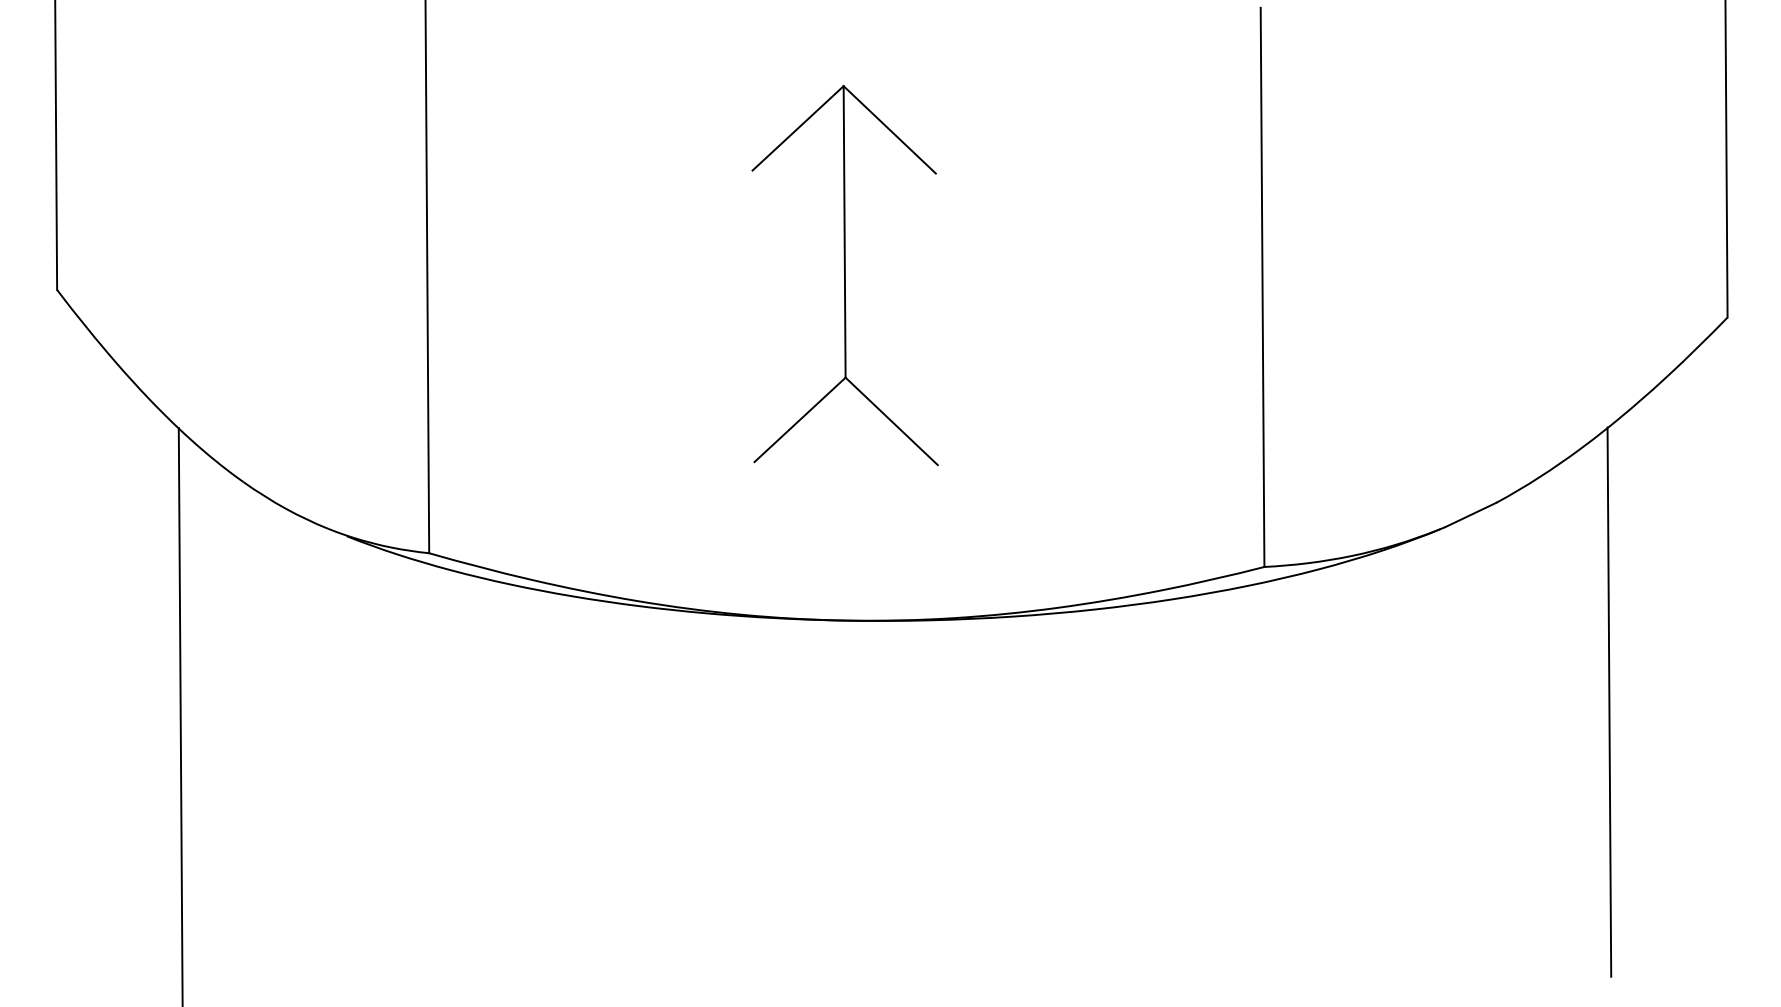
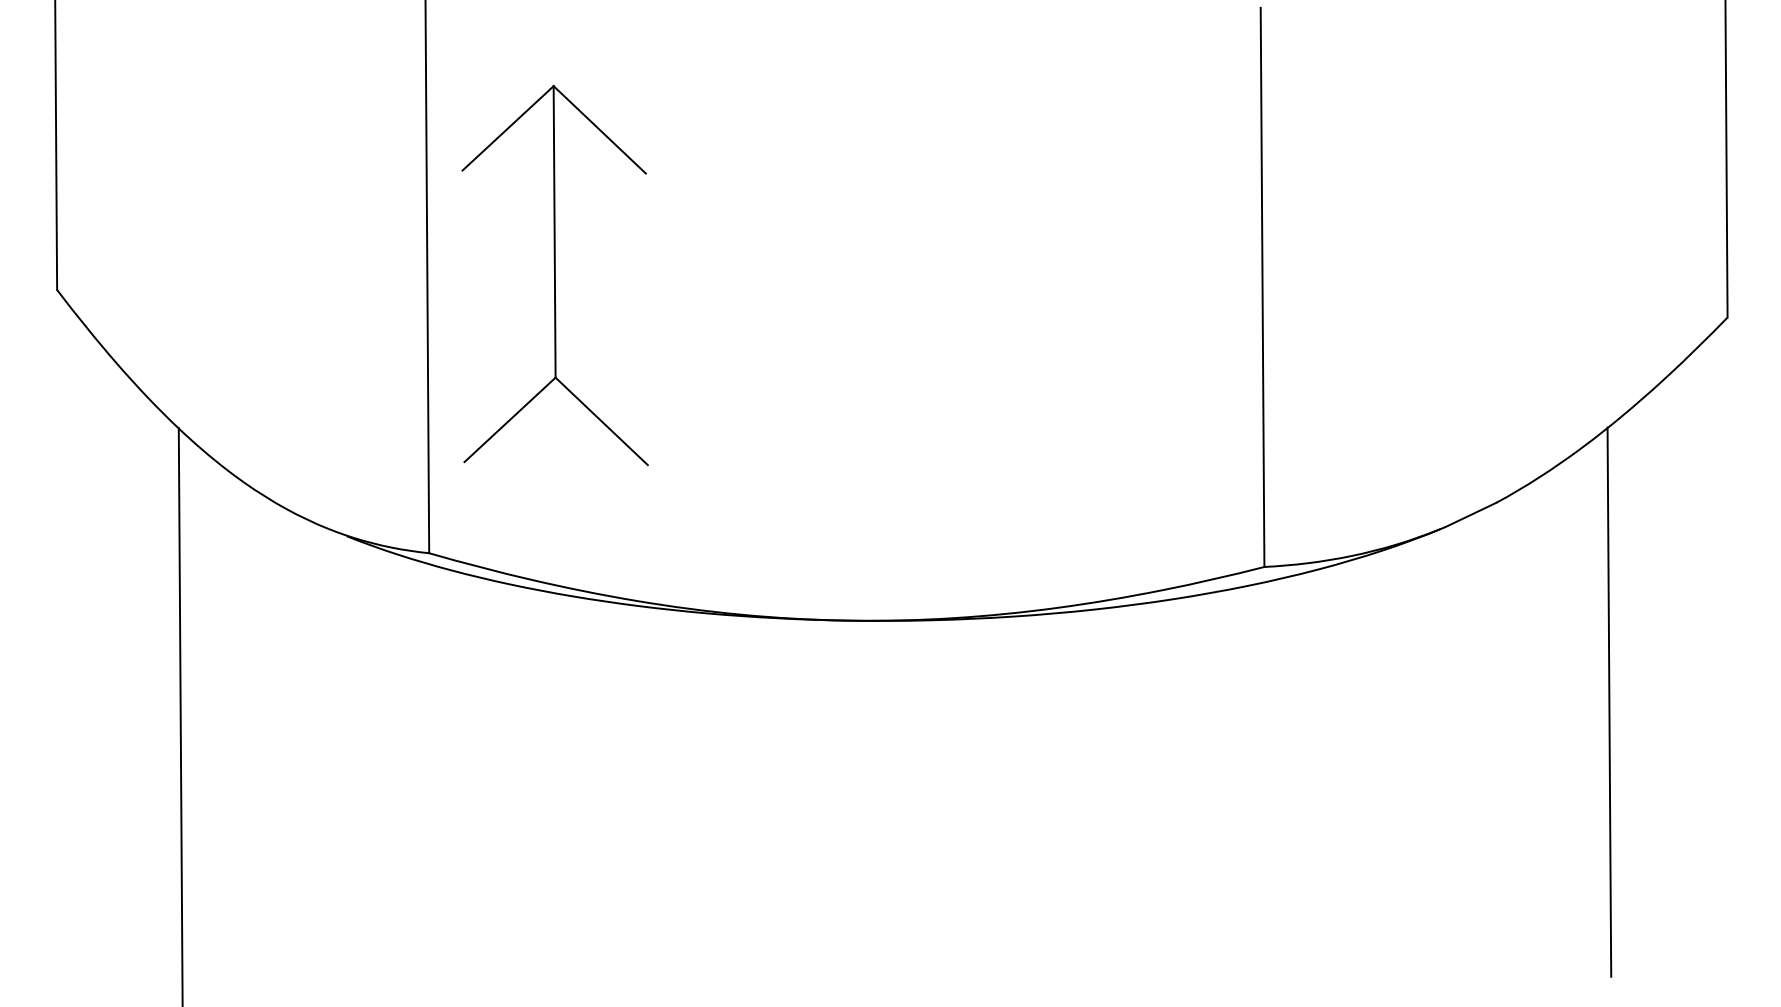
part at (844, 275) position: (844, 275) -> (554, 275)
